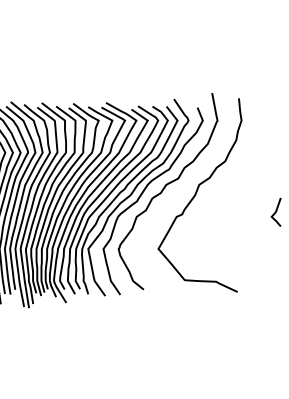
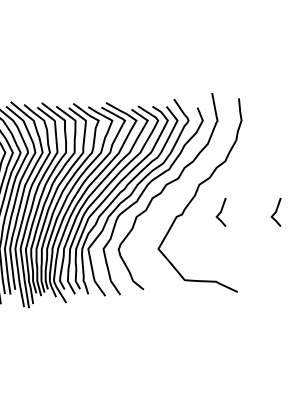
line at (220, 211): none -> present
